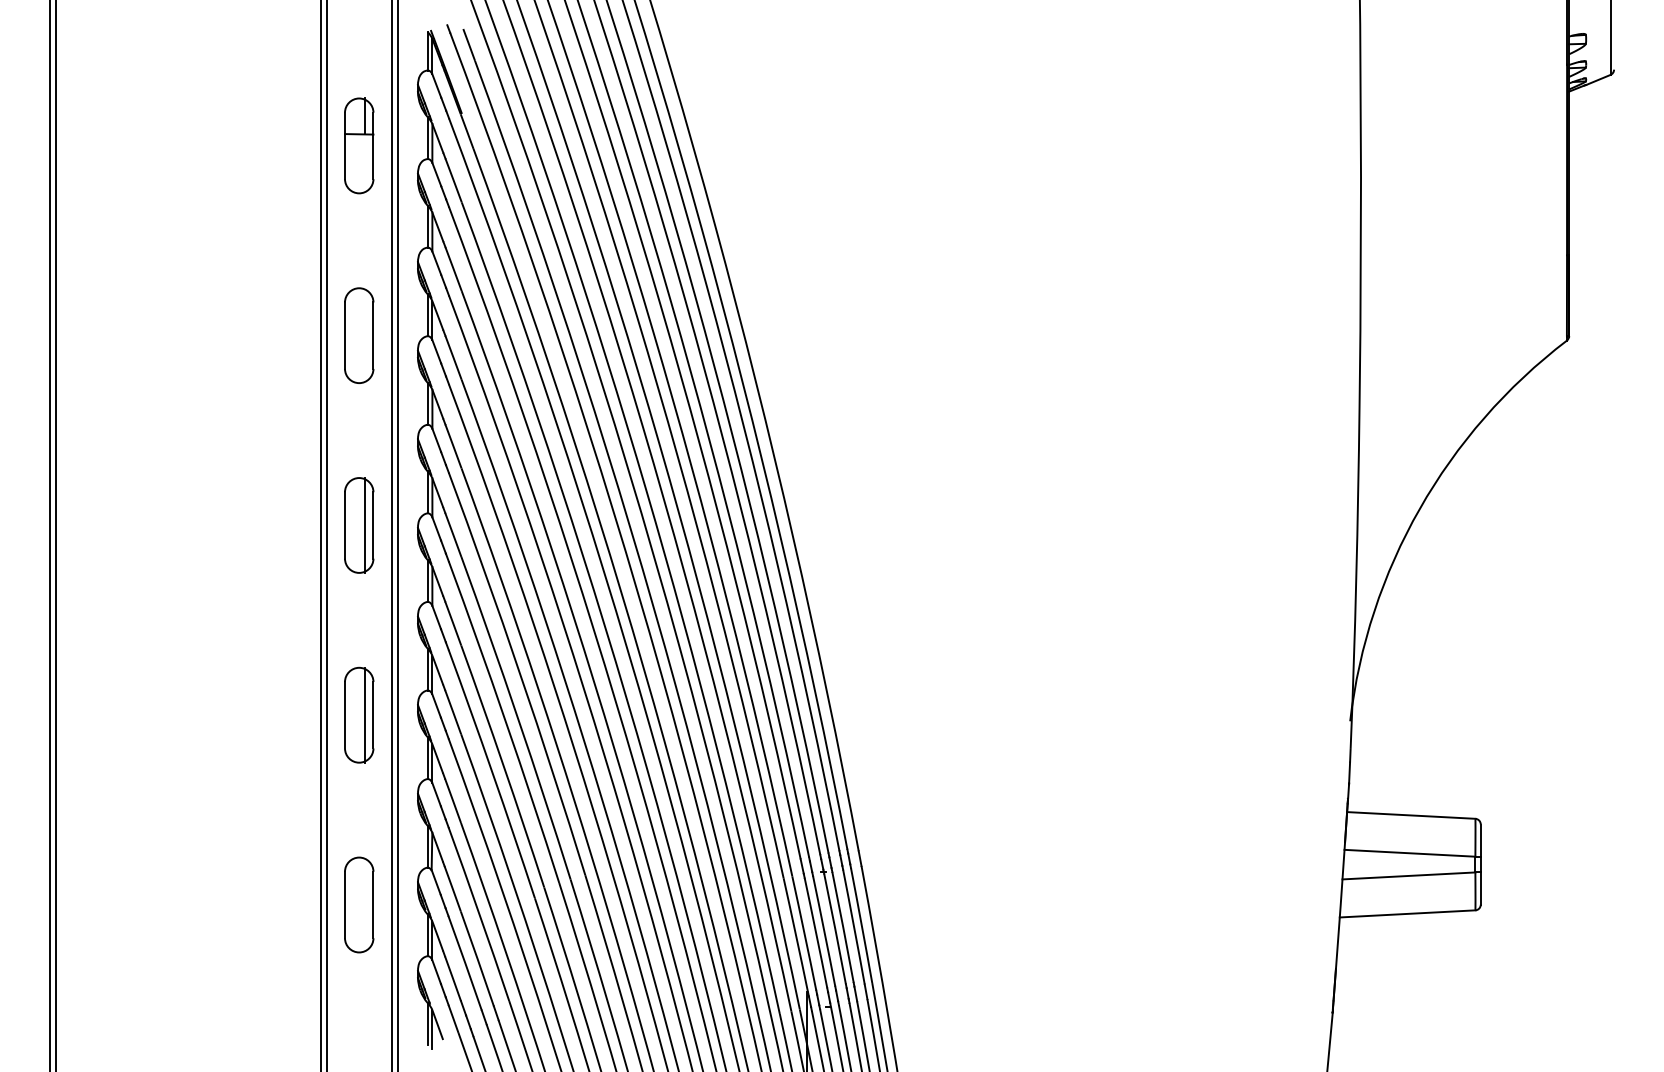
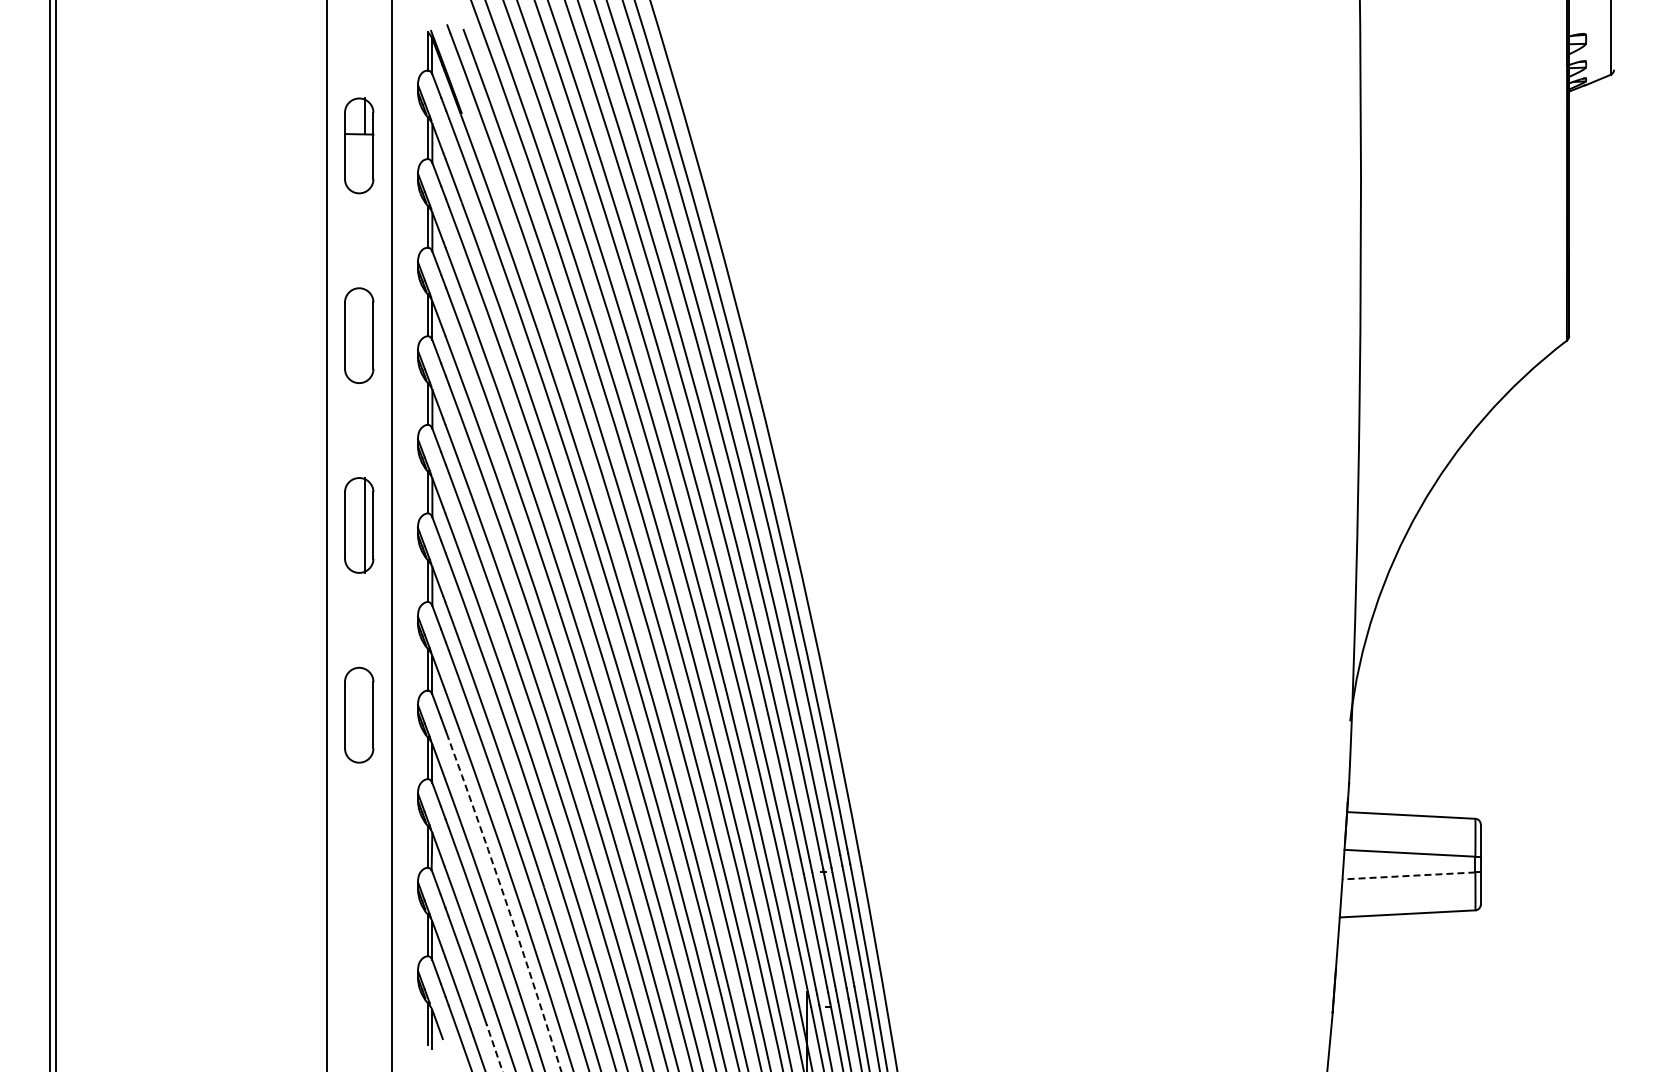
line at (321, 535): present -> none
line at (397, 535): present -> none
line at (364, 714): present -> none
line at (1408, 875): solid -> dashed
part at (359, 904): present -> none
arc at (506, 904): solid -> dashed
arc at (494, 1047): solid -> dashed
